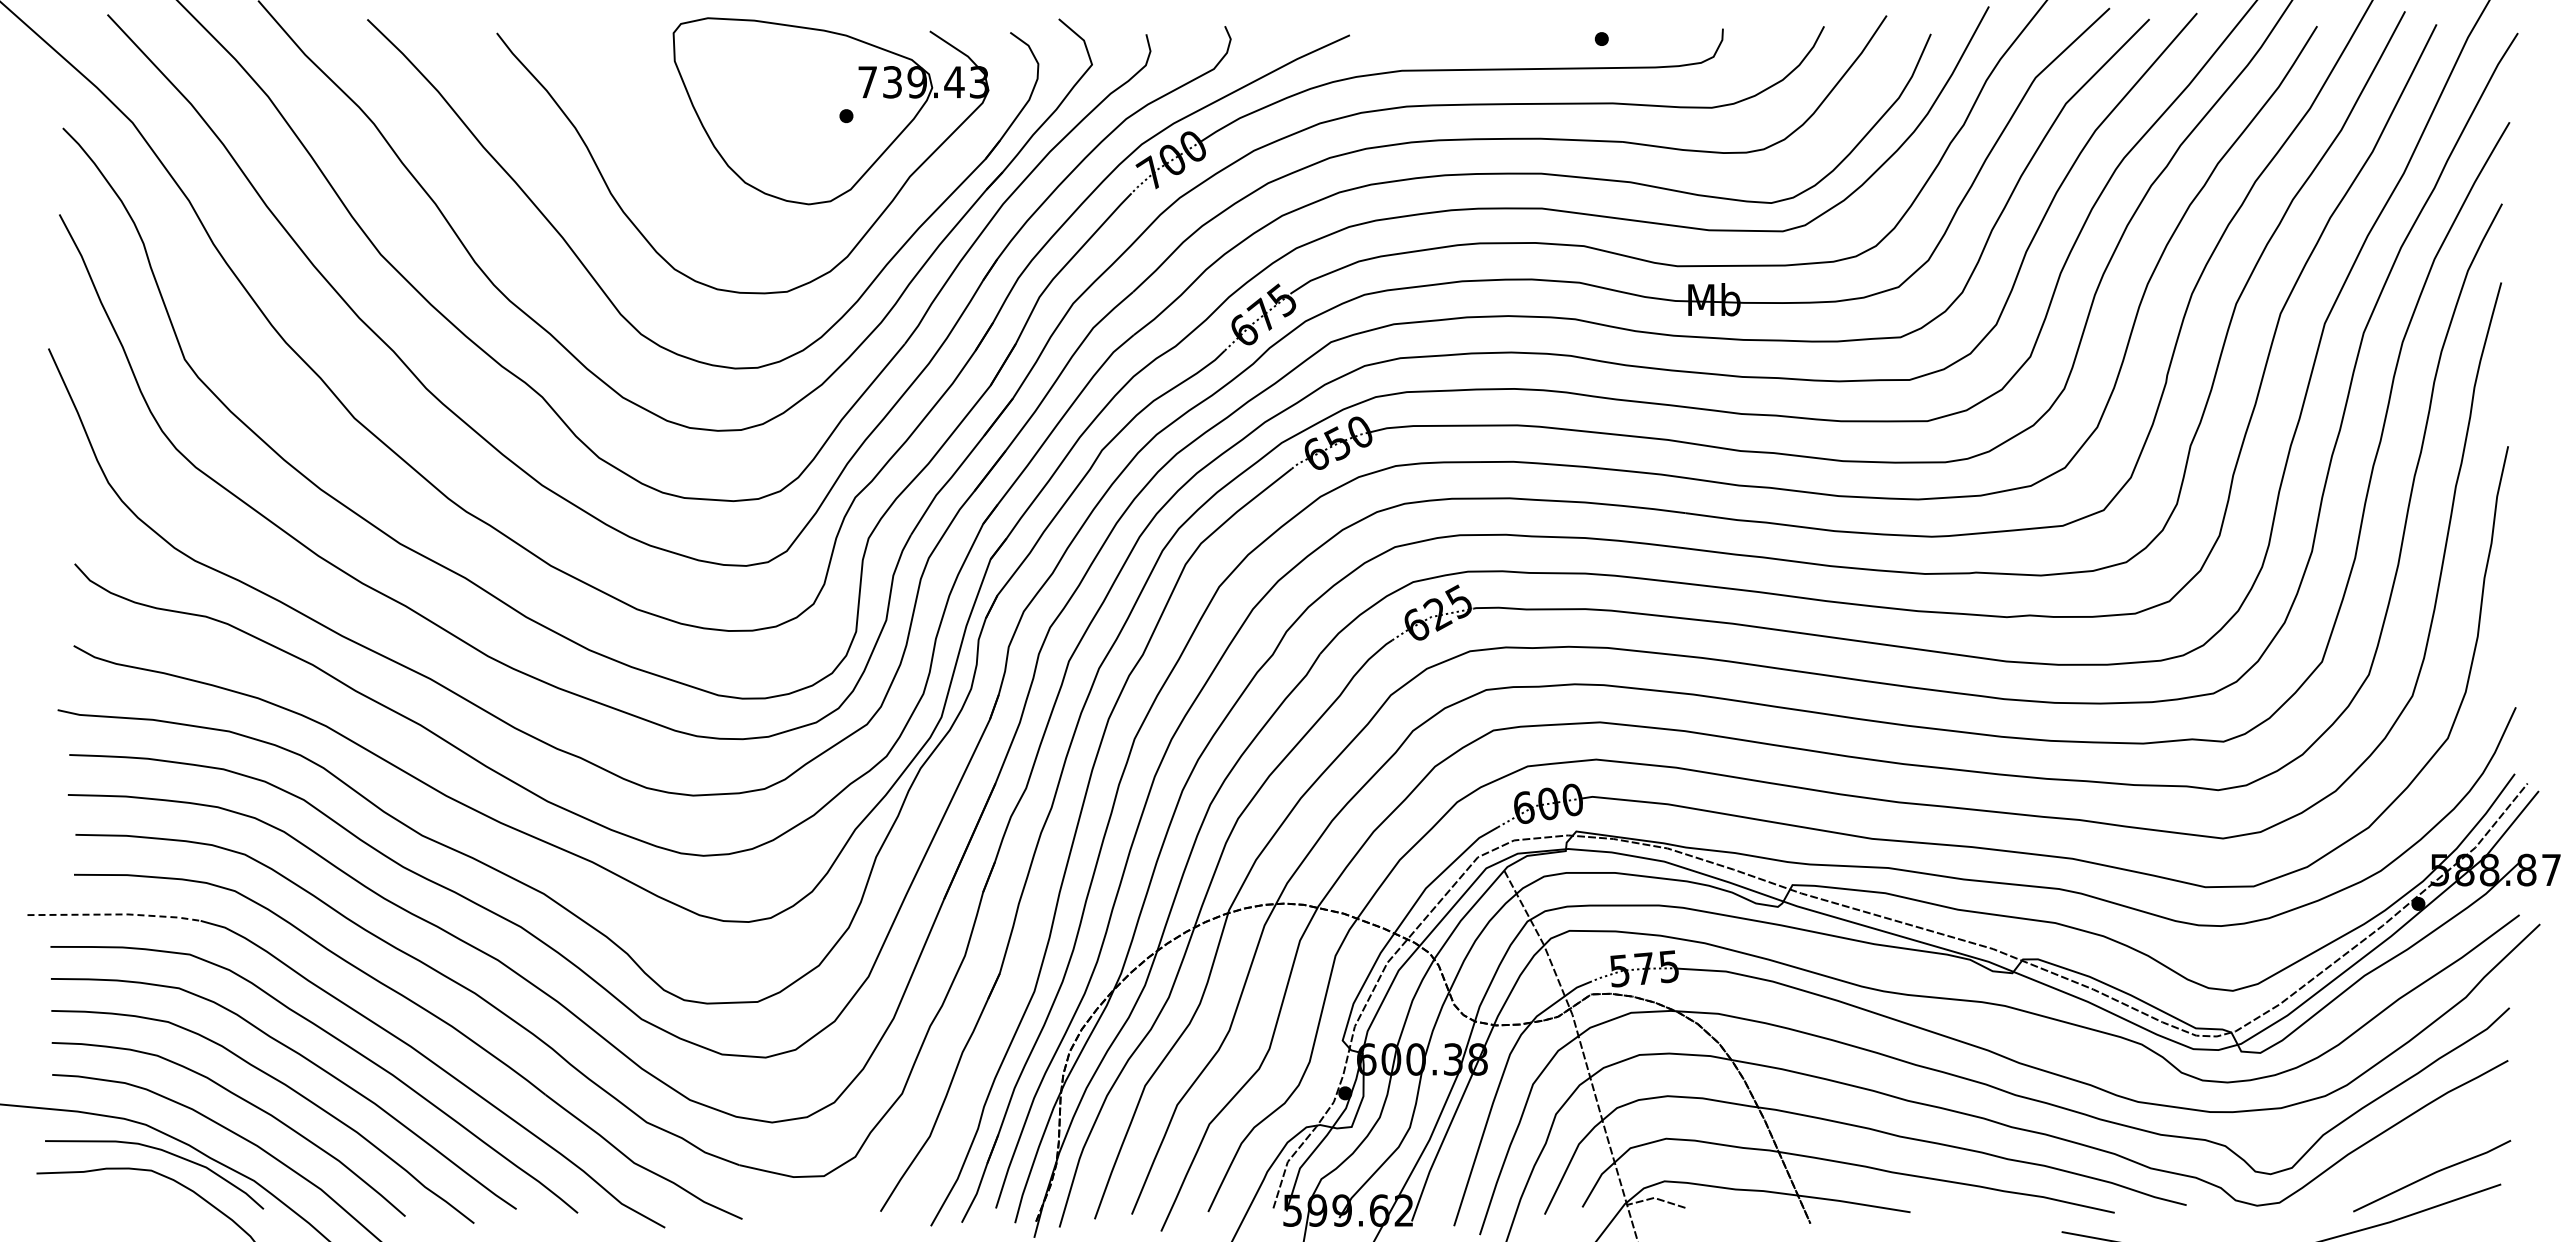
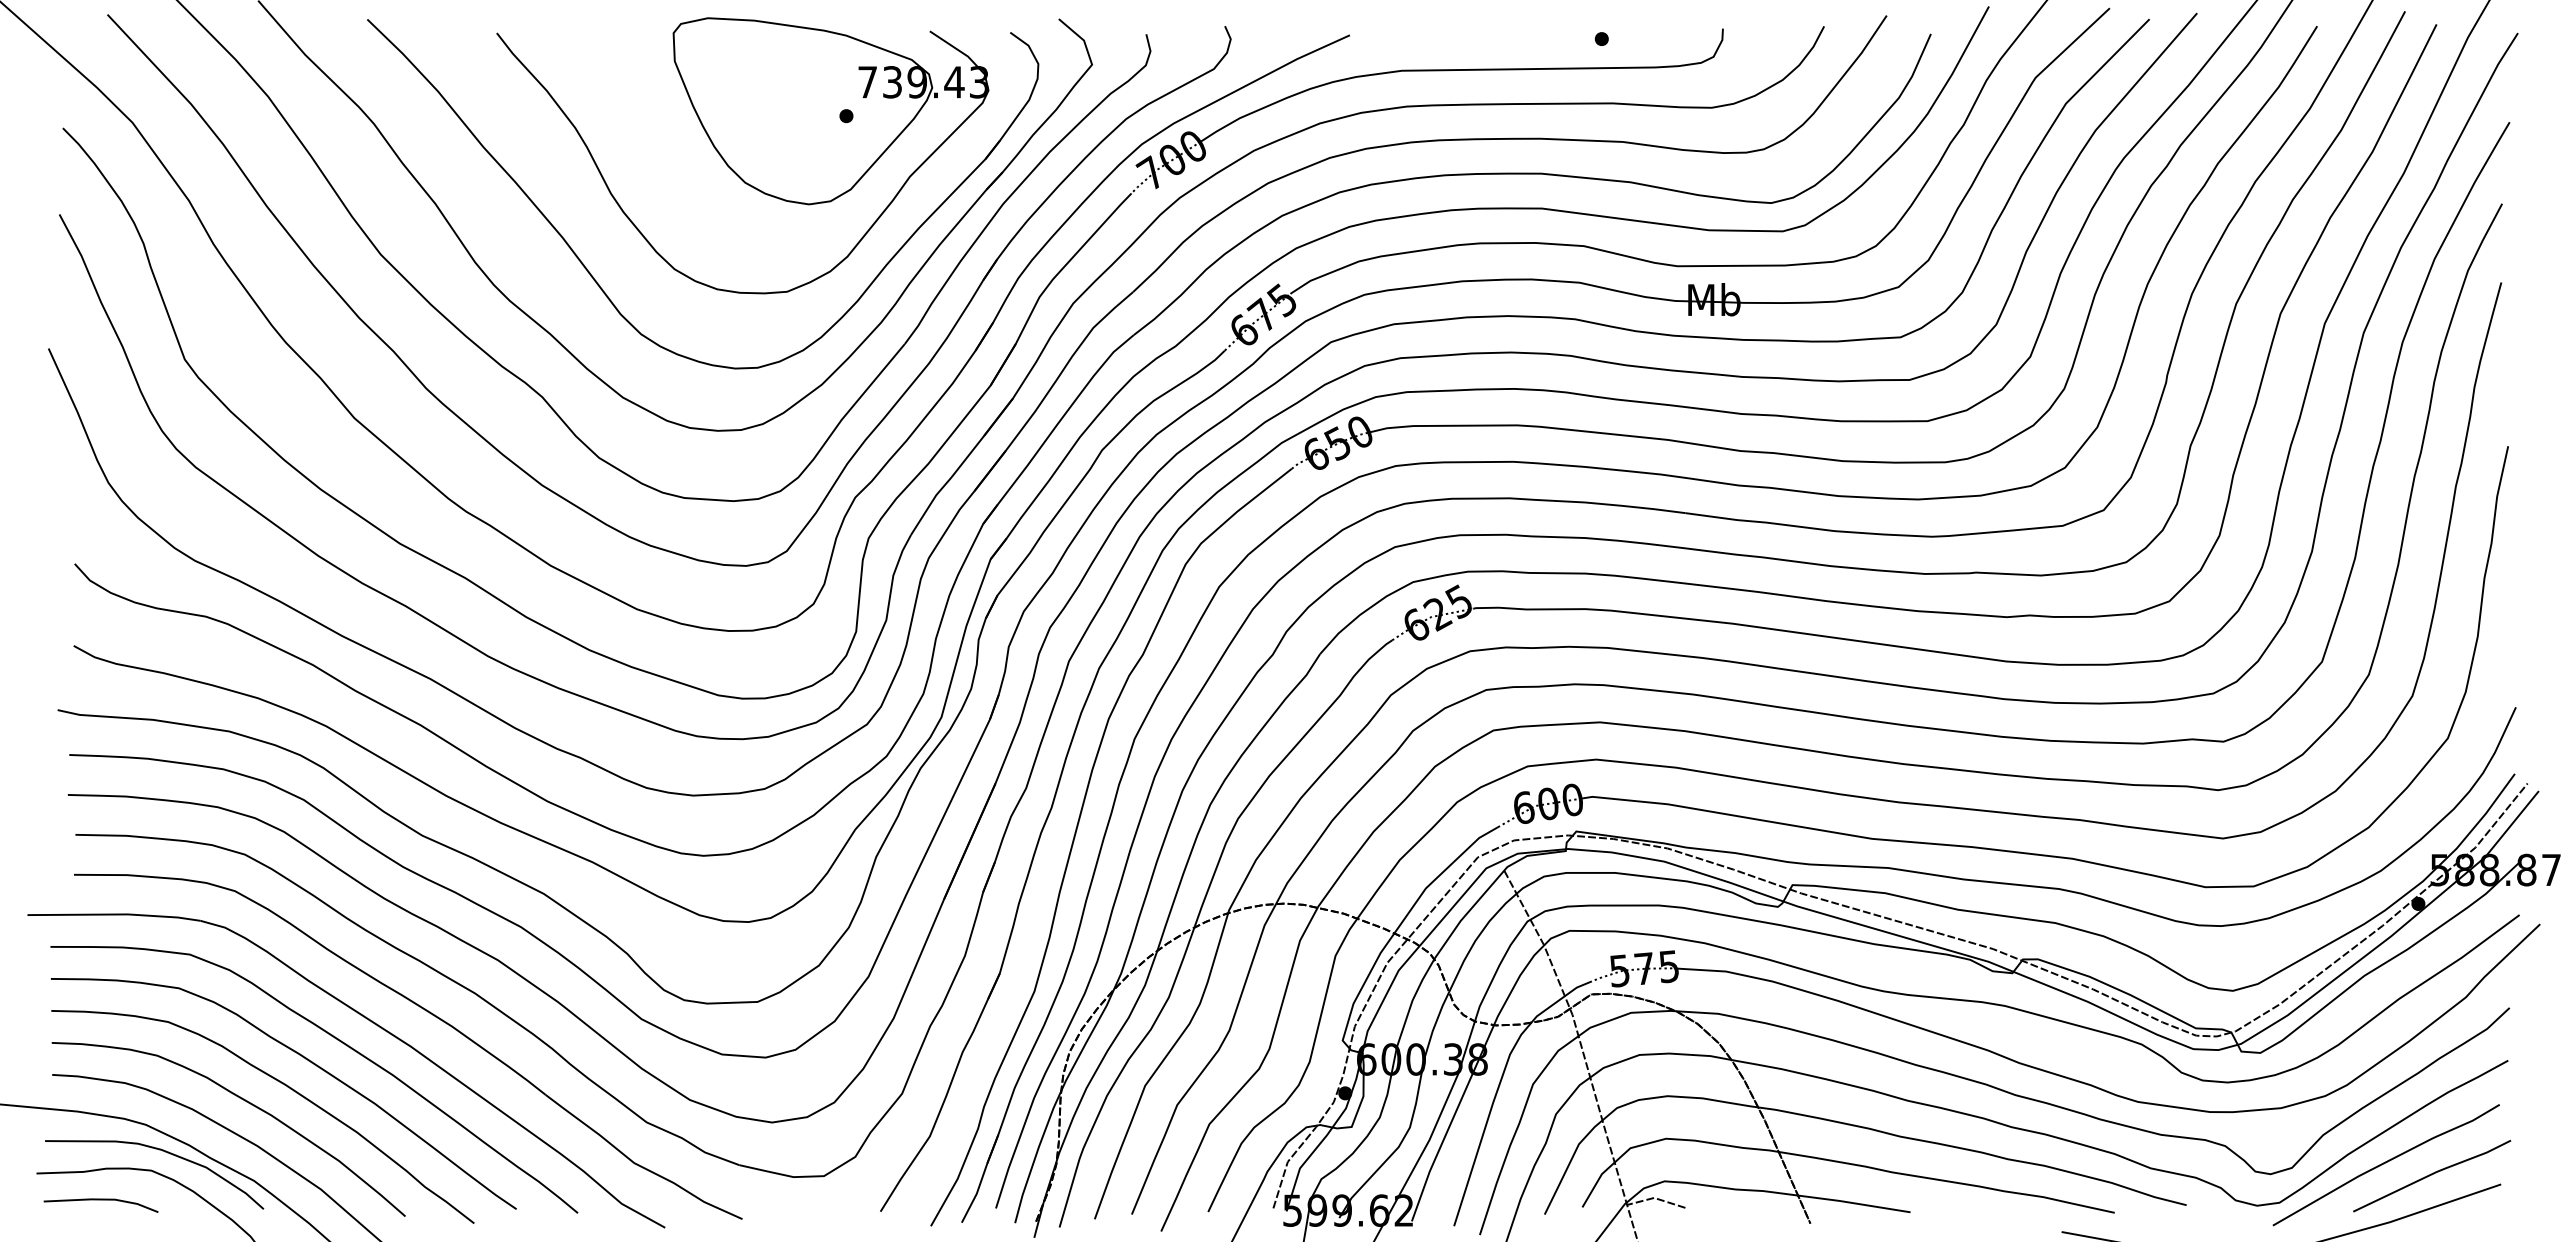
line at (116, 914): dashed -> solid
curve at (2384, 1164): none -> present
line at (100, 1200): none -> present
